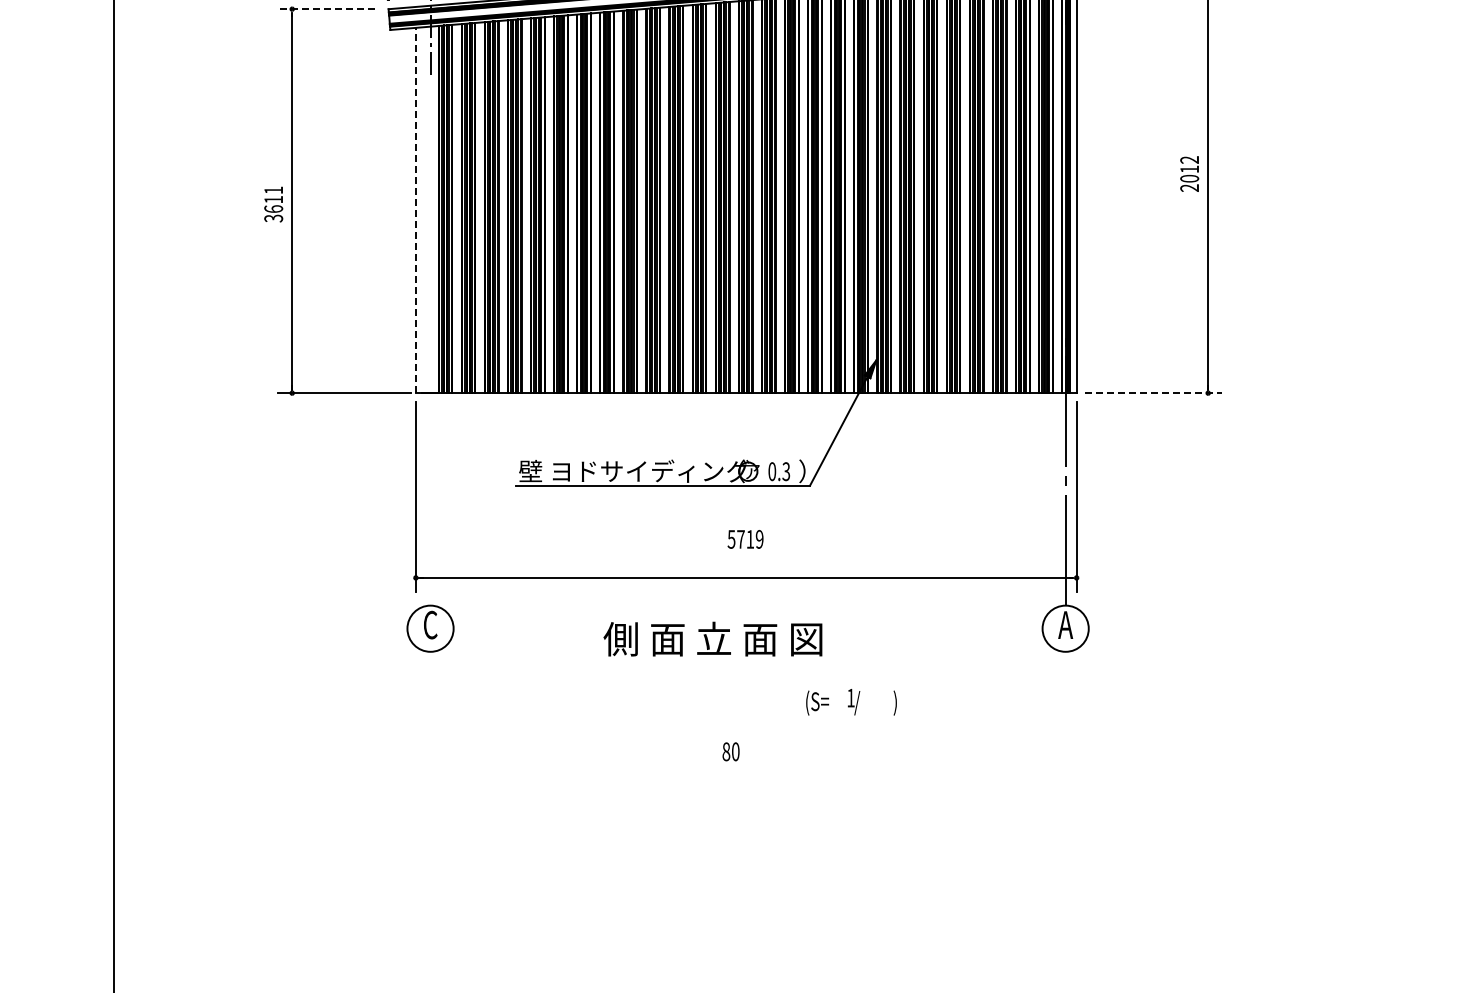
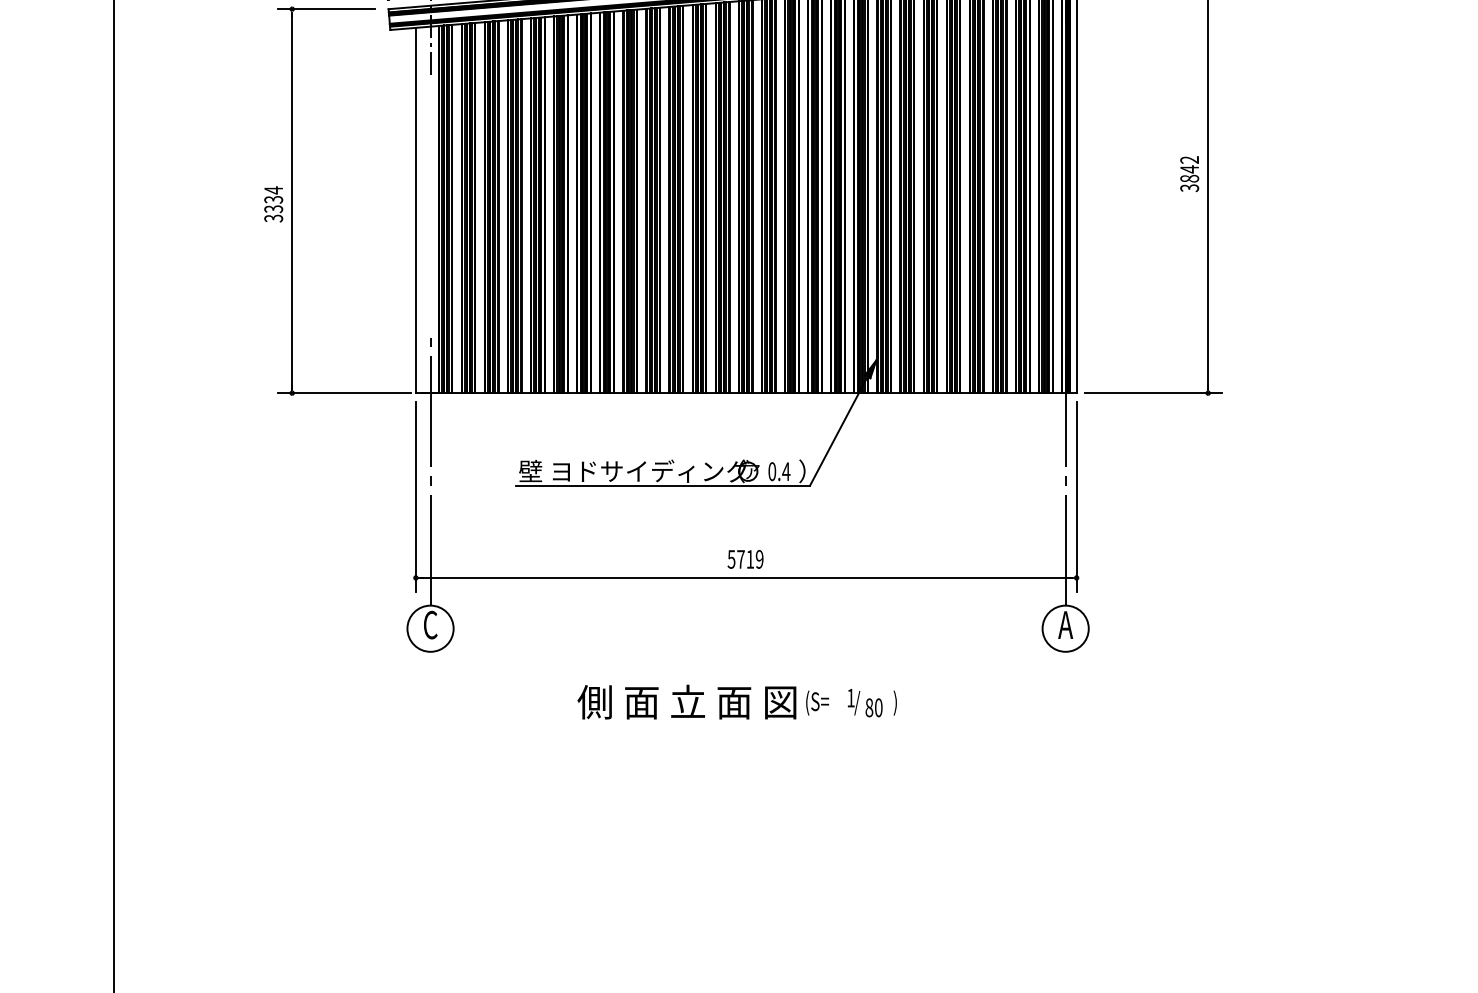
line at (326, 9): dashed -> solid
text at (1189, 178): 2012 -> 3842
text at (273, 199): 3611 -> 3334
line at (415, 210): dashed -> solid
line at (1154, 393): dashed -> solid
line at (430, 470): none -> present
text at (786, 471): 0.3 -> 0.4
text at (745, 539) position: (745, 539) -> (745, 559)
text at (712, 638) position: (712, 638) -> (686, 701)
text at (730, 751) position: (730, 751) -> (873, 707)
